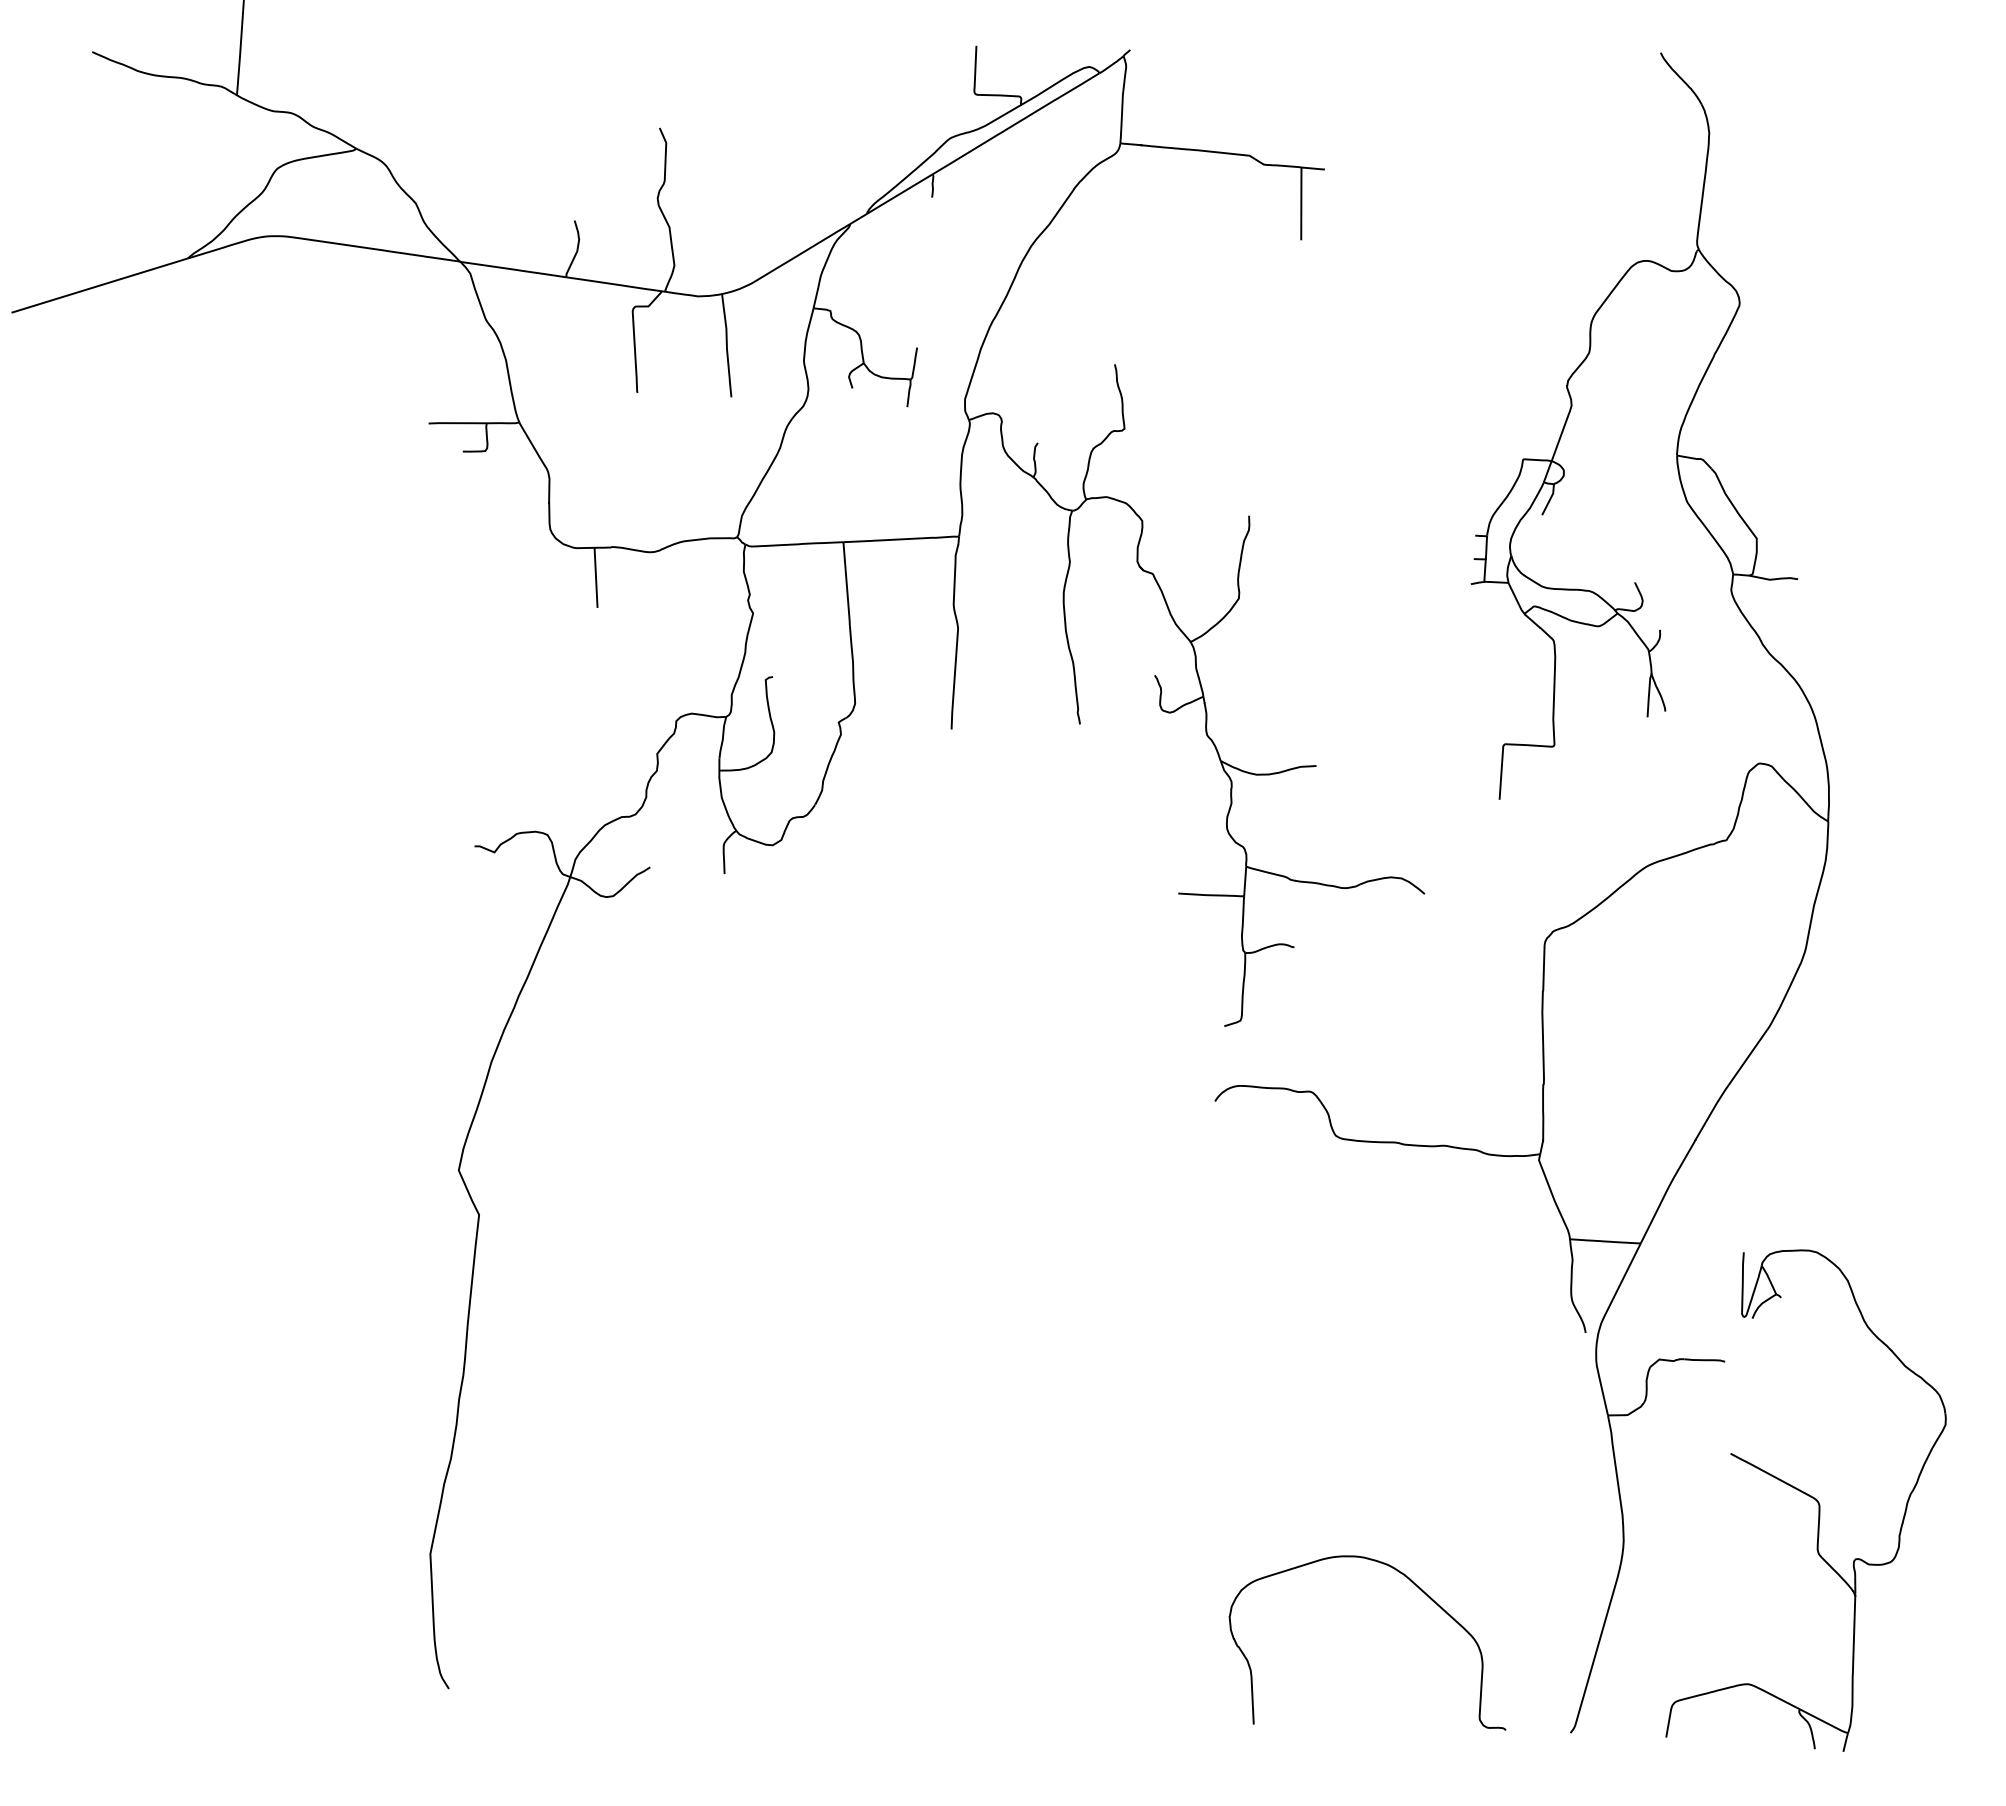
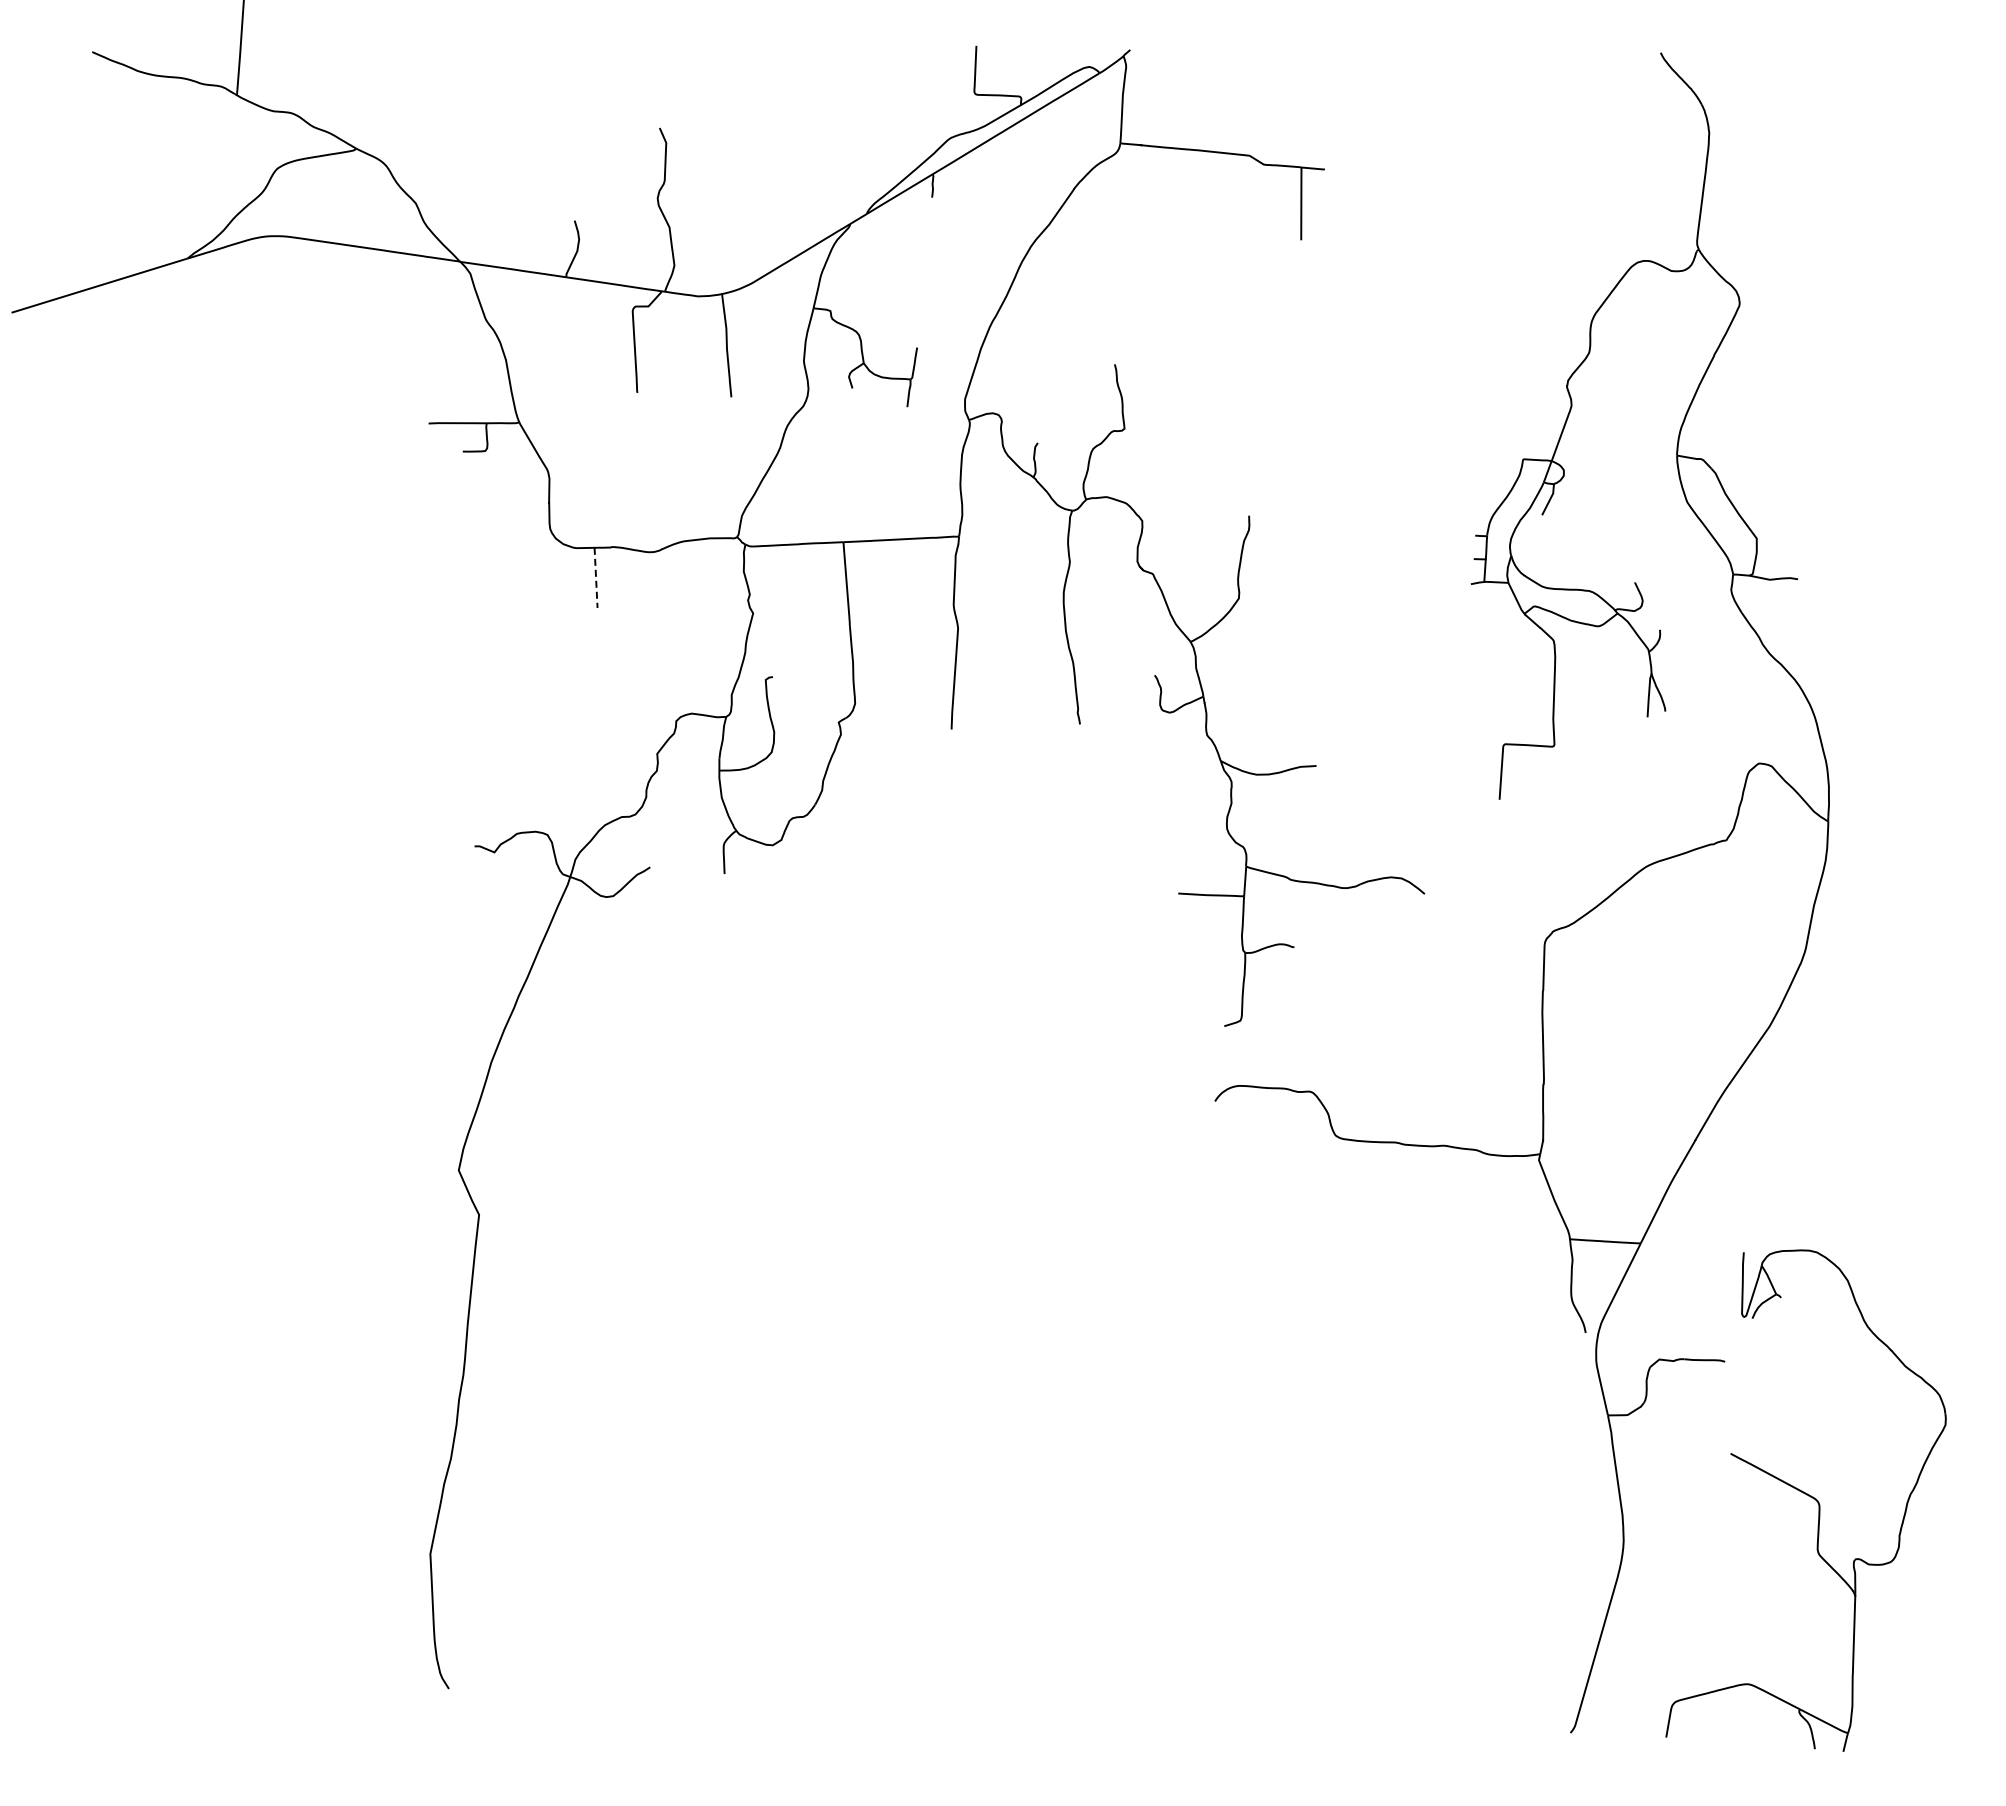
line at (596, 577): solid -> dashed
curve at (1412, 1583): present -> none
